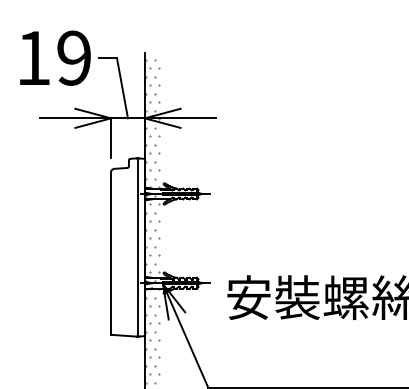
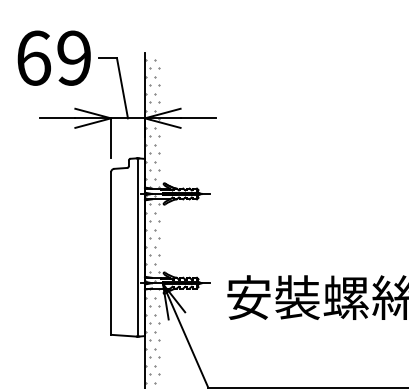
text at (34, 57): 19 -> 69
